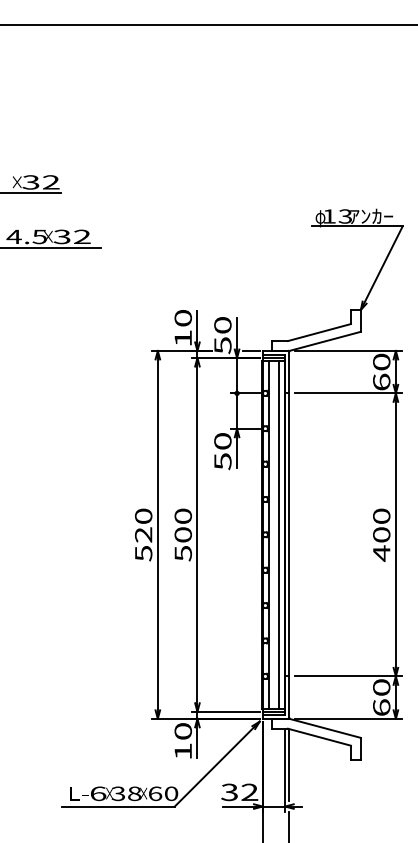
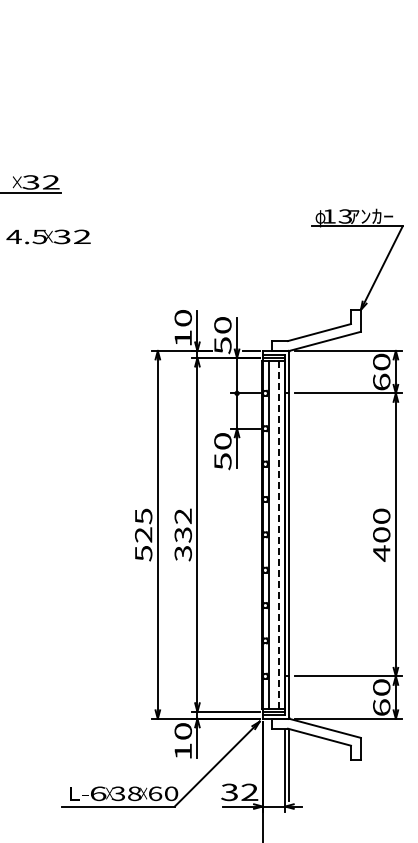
line at (208, 25): present -> none
line at (51, 247): present -> none
text at (143, 516): 520 -> 525
text at (182, 534): 500 -> 332
line at (279, 534): solid -> dashed
line at (289, 825): present -> none
